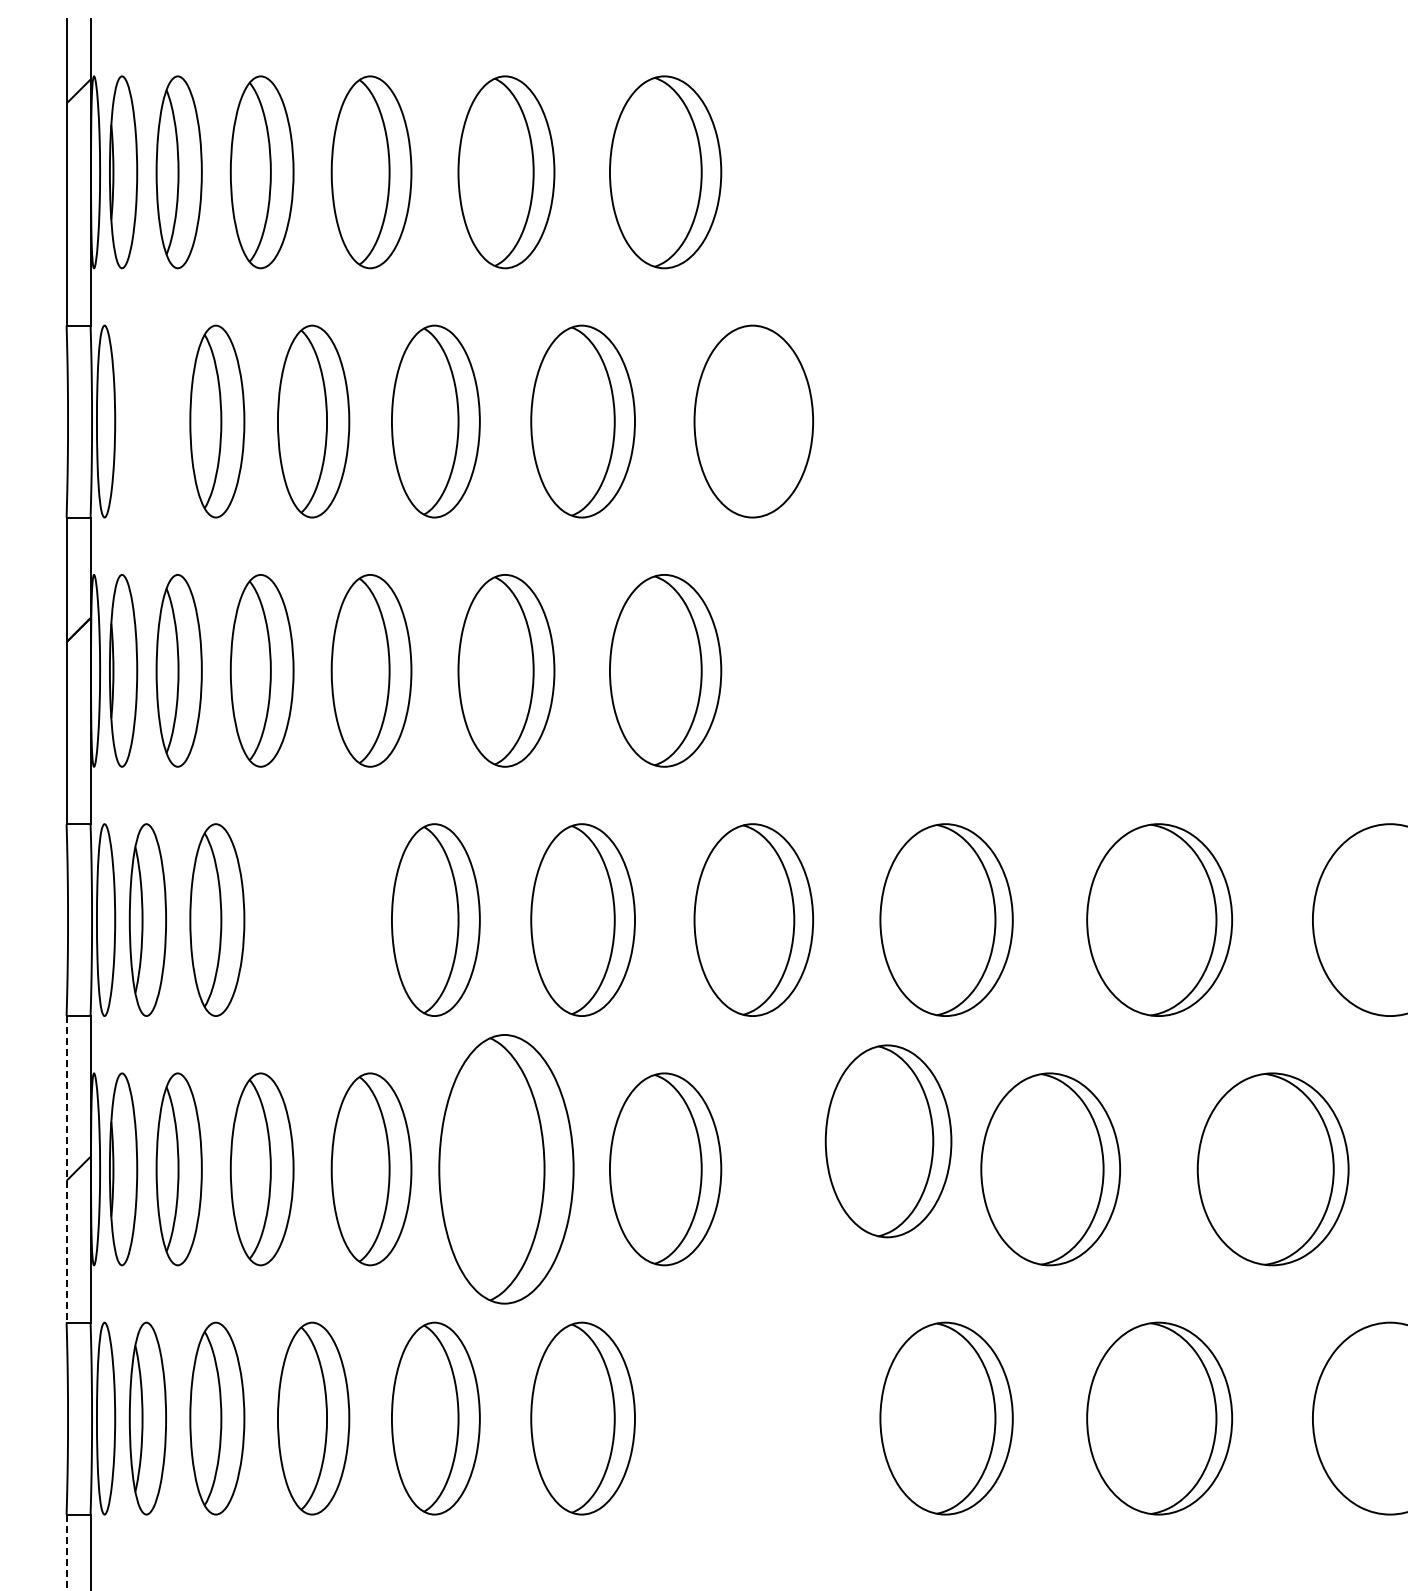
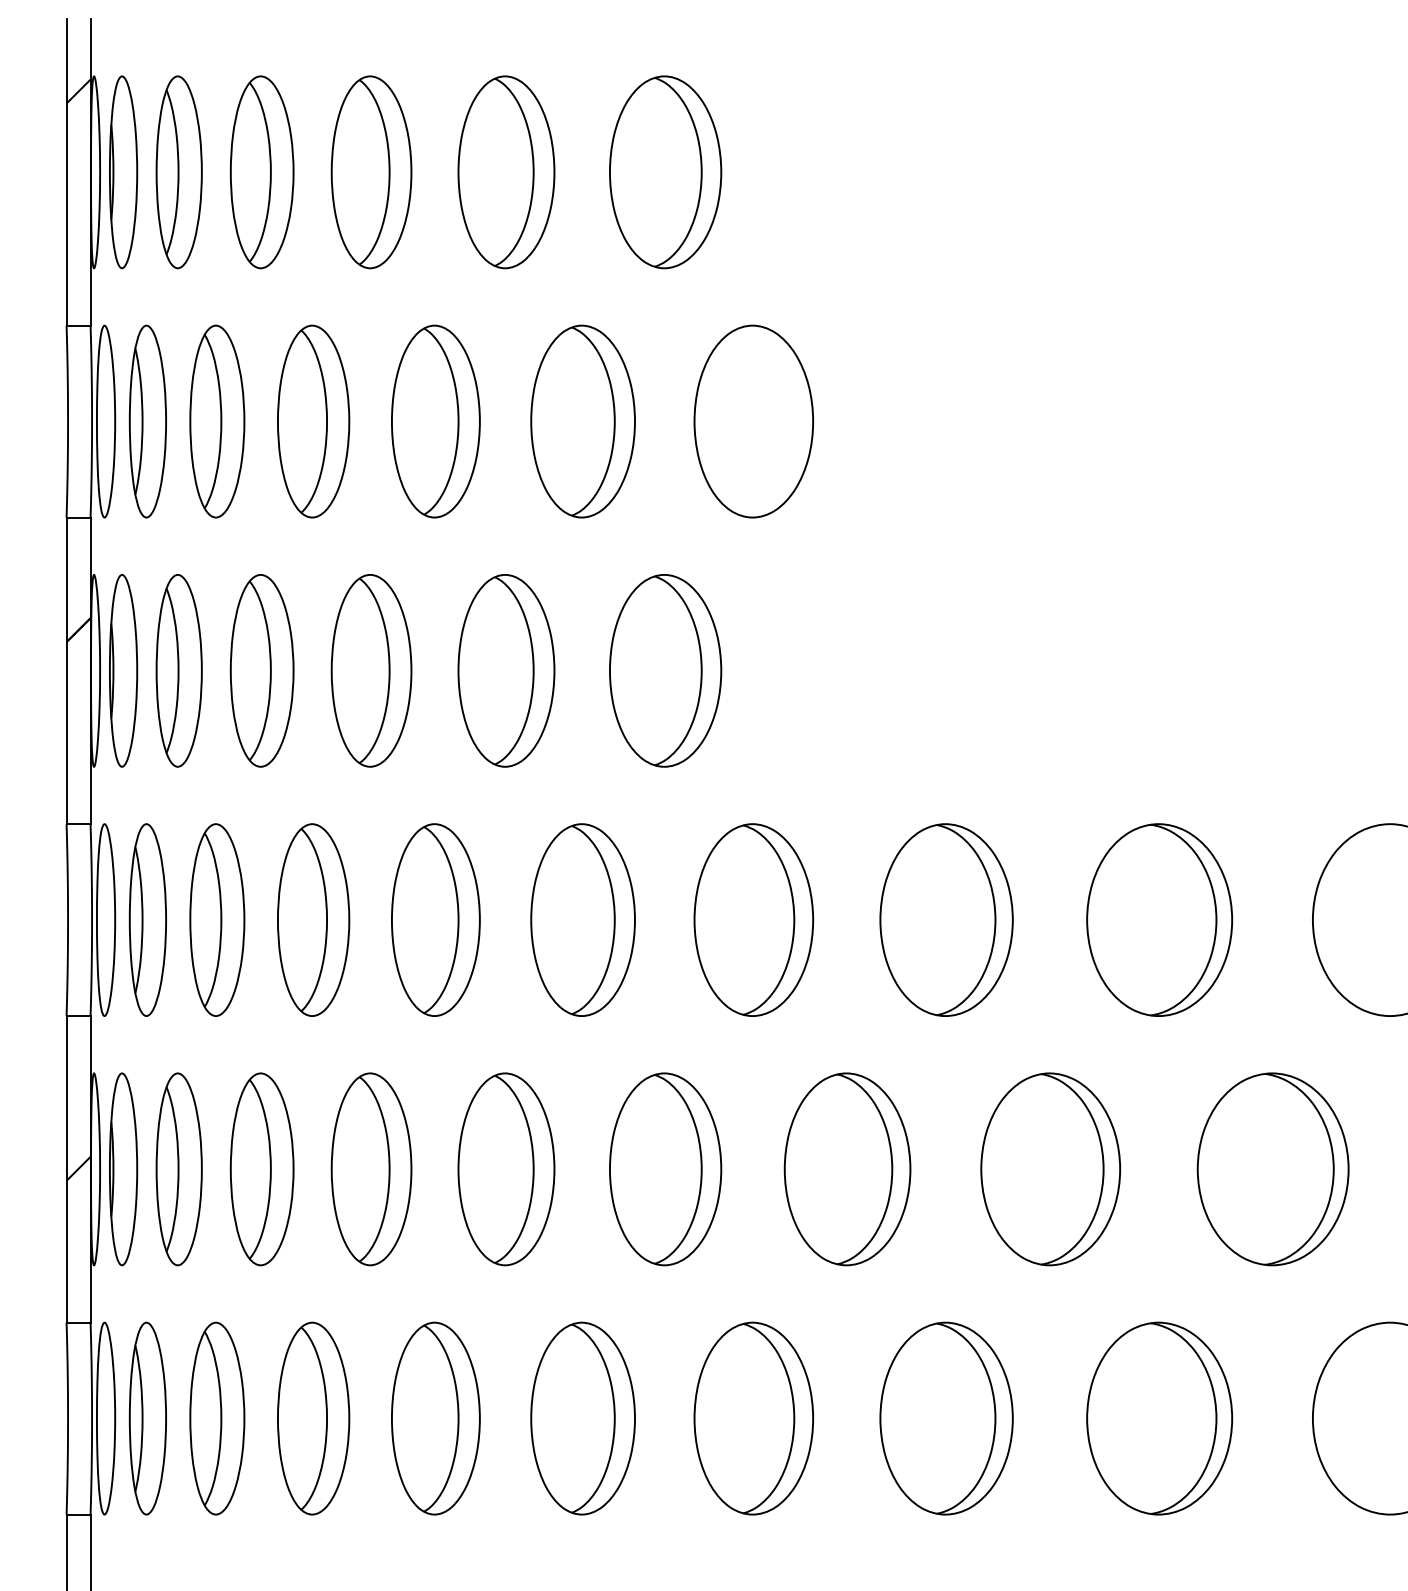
part at (147, 421): none -> present
part at (313, 919): none -> present
part at (888, 1141) position: (888, 1141) -> (847, 1169)
line at (66, 1169): dashed -> solid
part at (506, 1169) size: 137x271 px -> 99x195 px
part at (753, 1418): none -> present
line at (66, 1552): dashed -> solid
